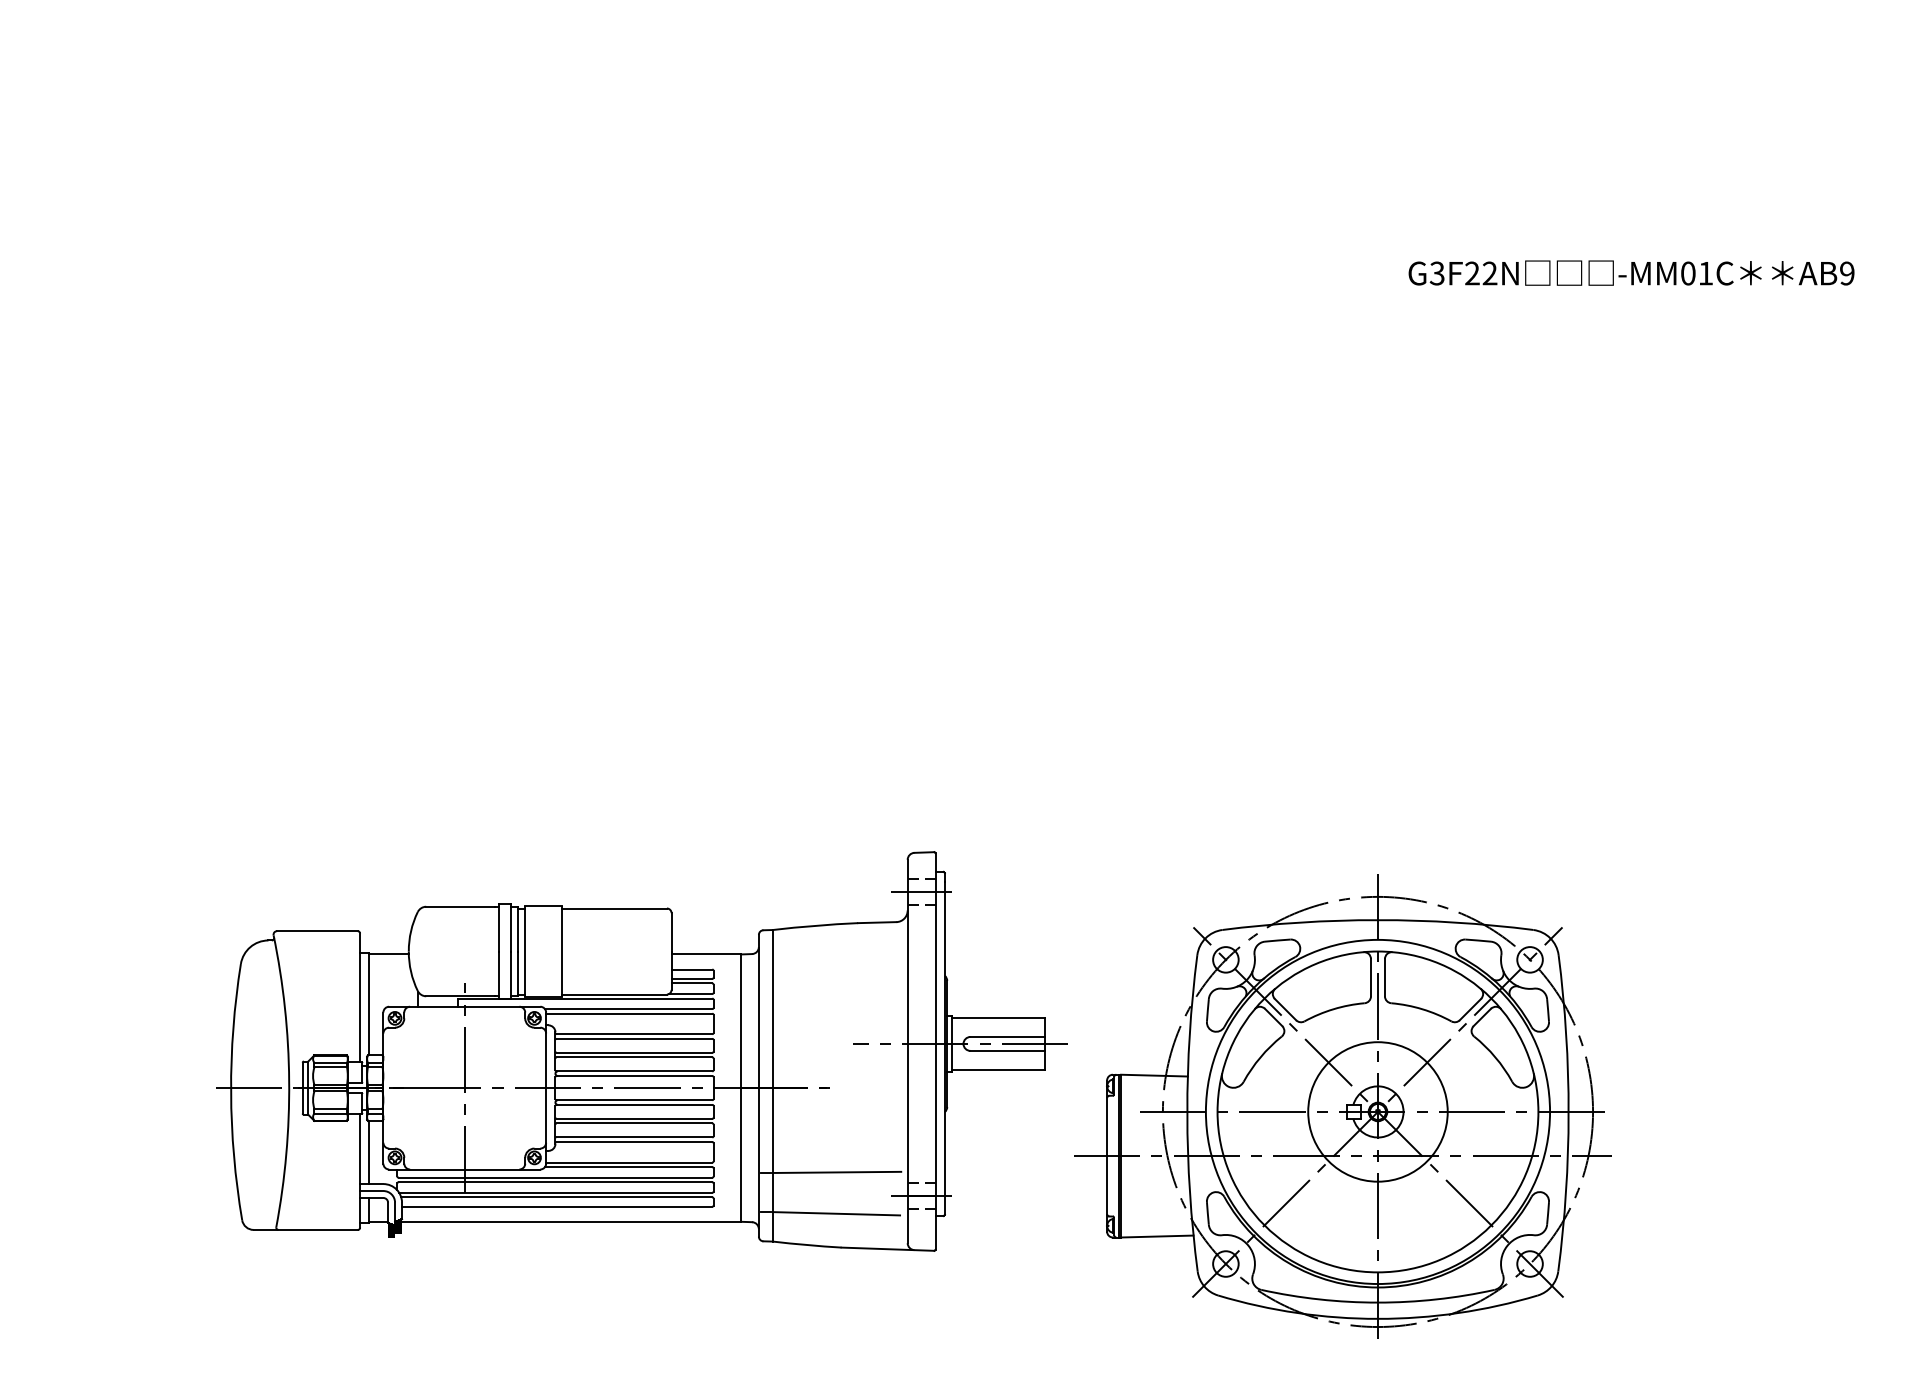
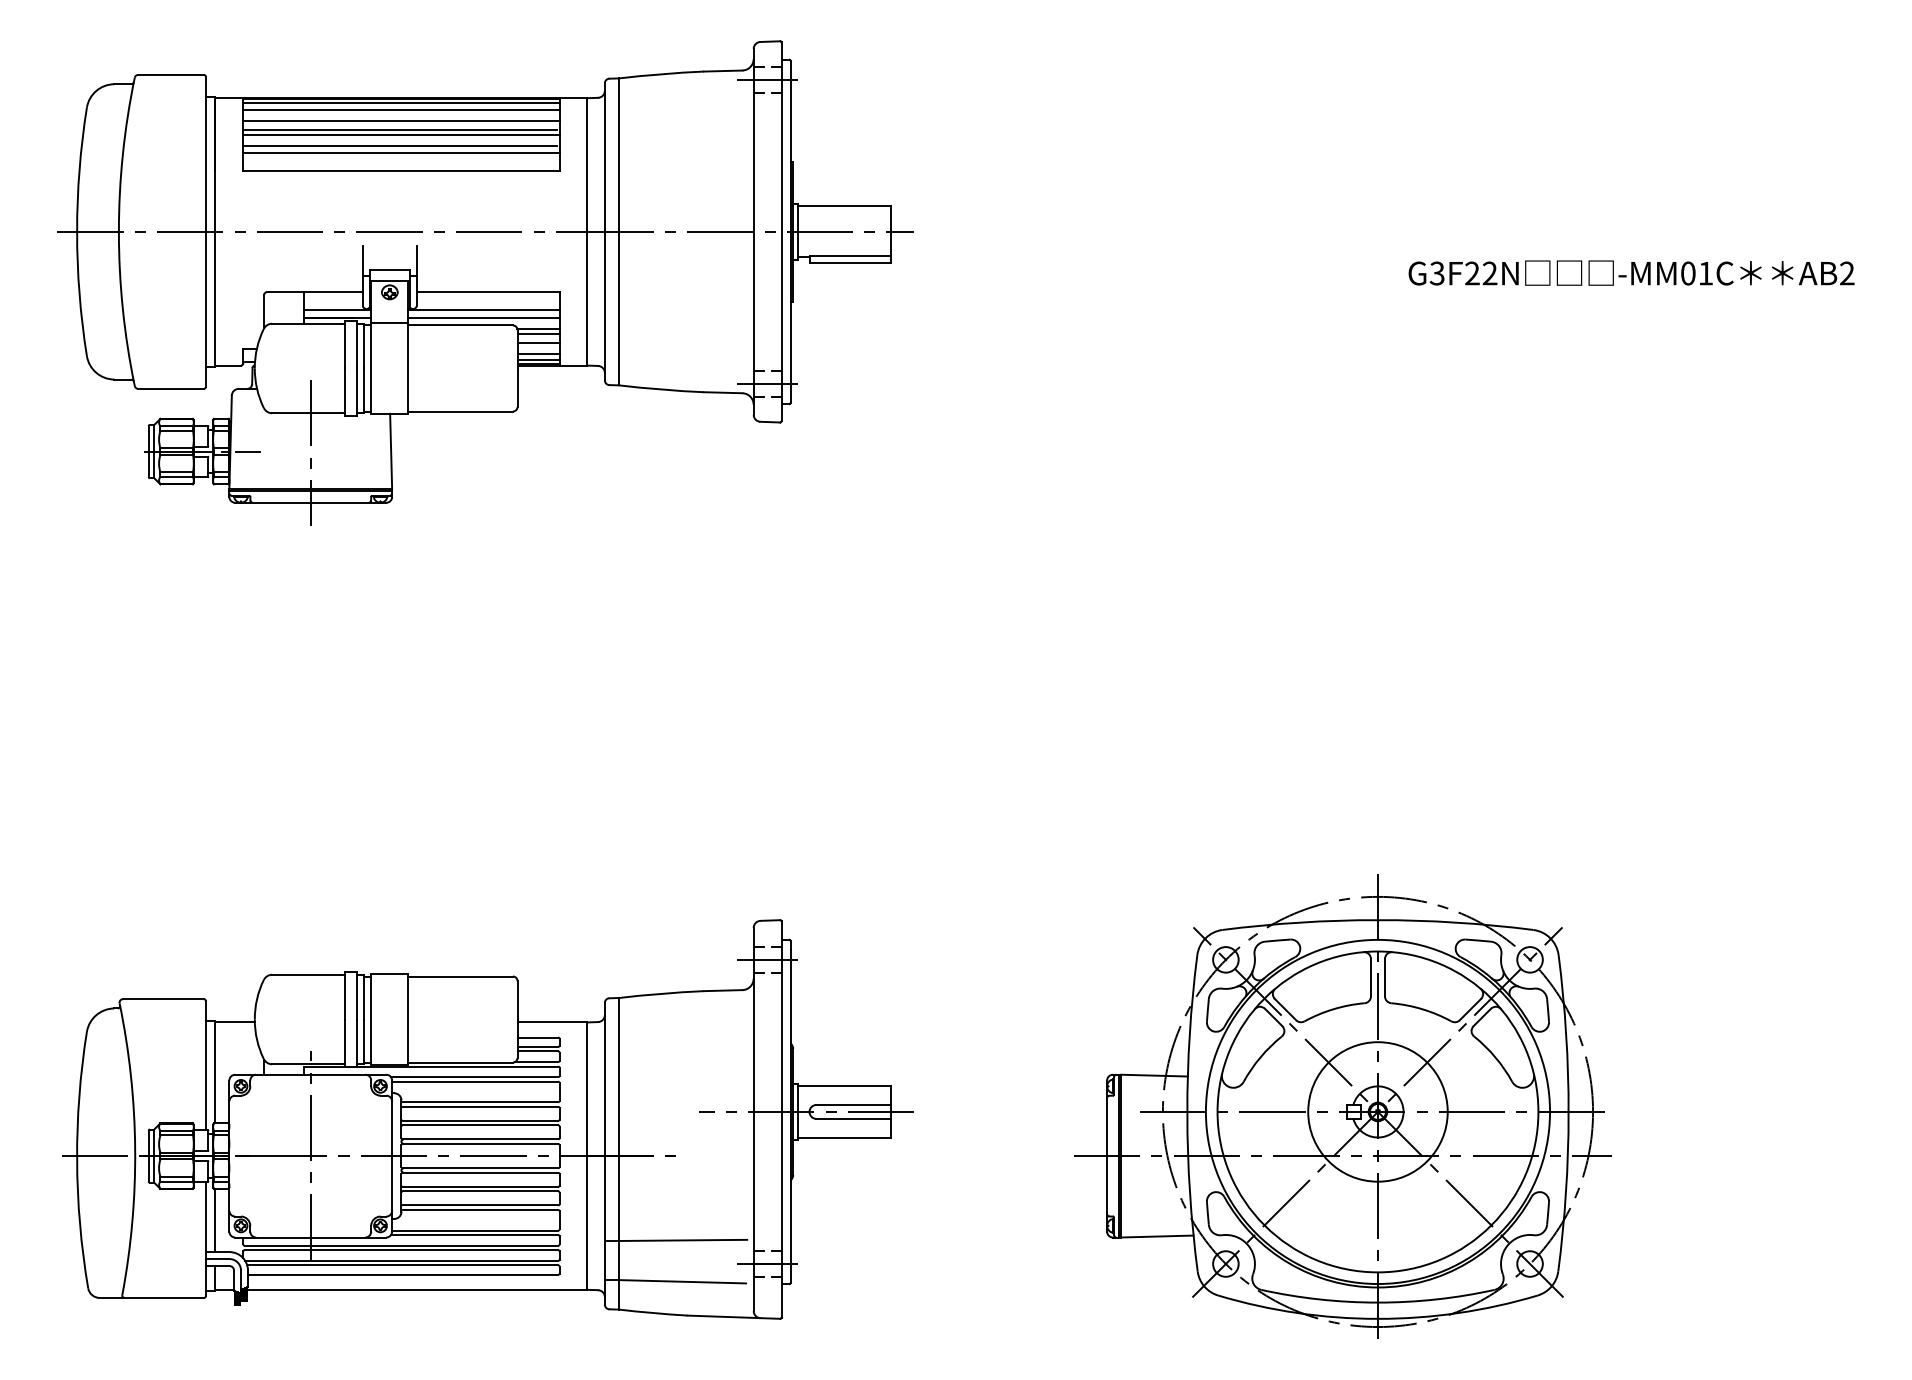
text at (1847, 273): AB9 -> AB2
part at (485, 282): none -> present
part at (641, 1051) position: (641, 1051) -> (487, 1119)
